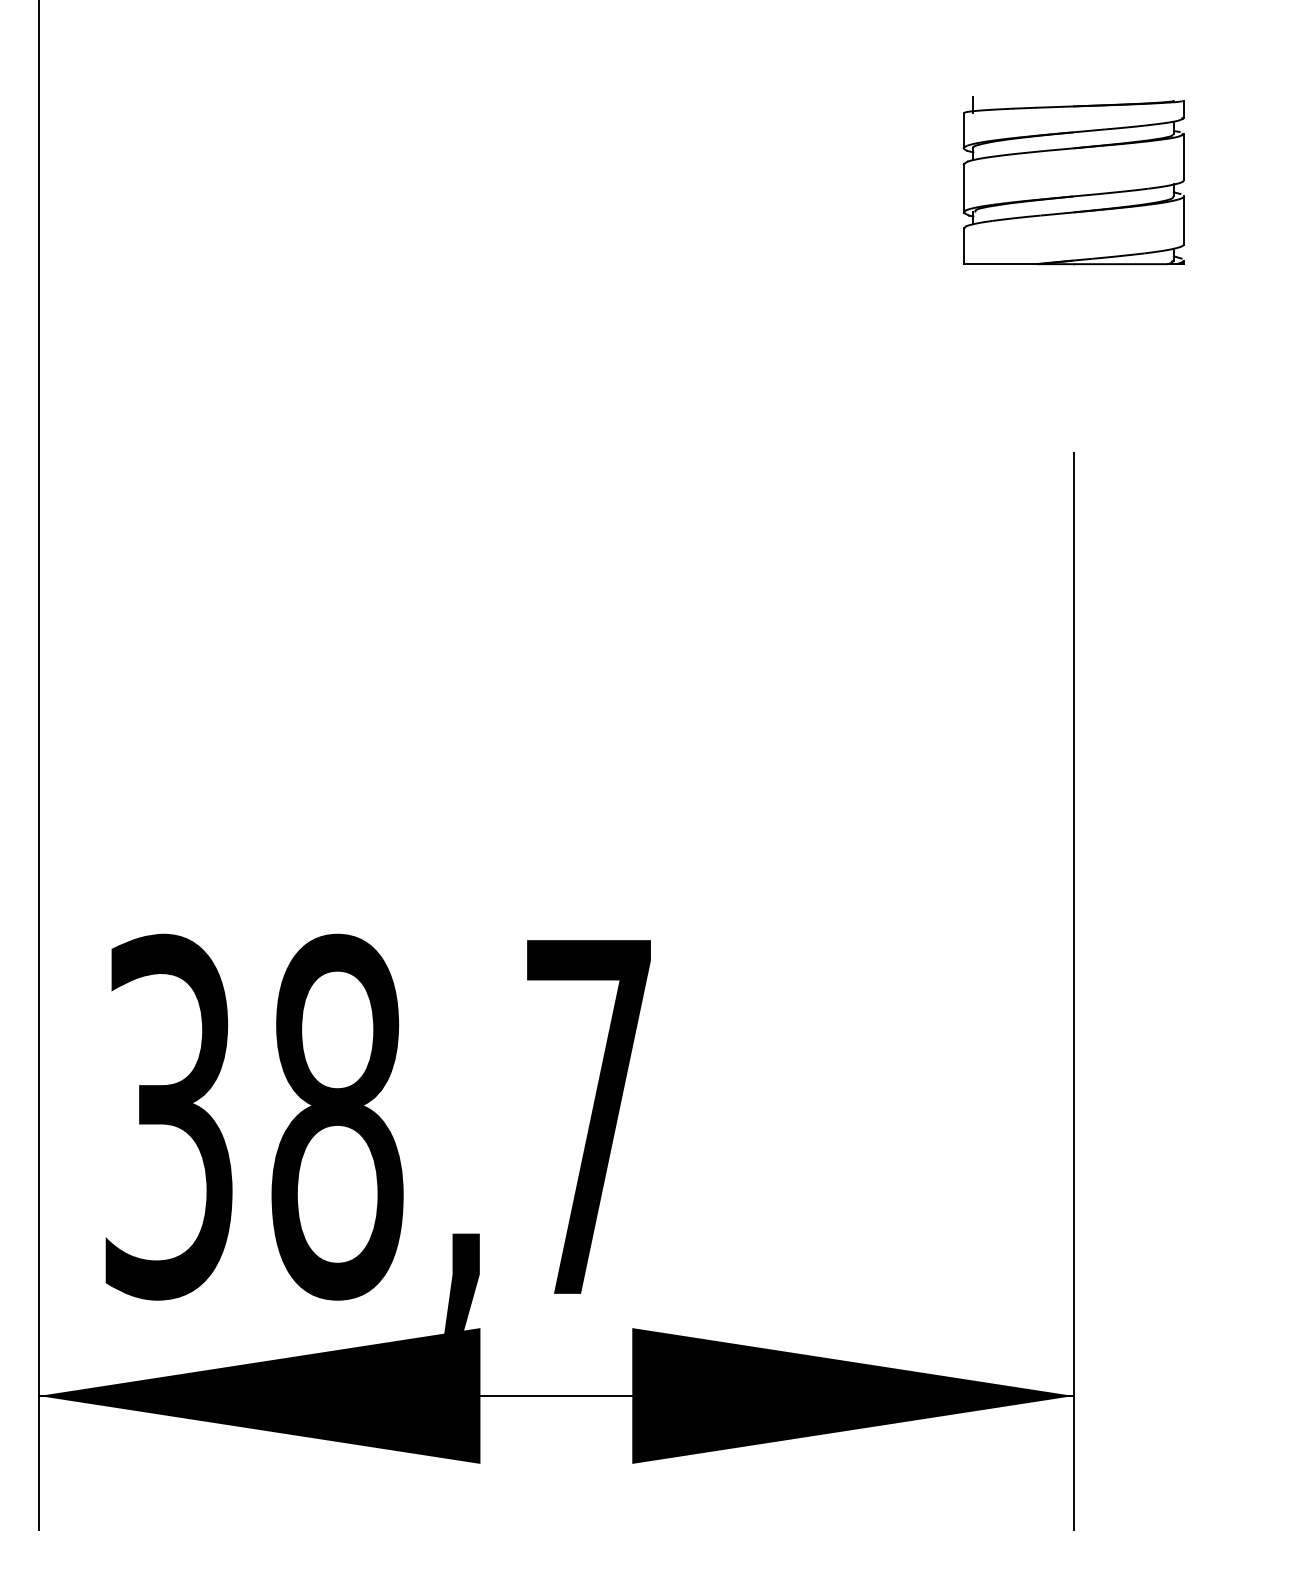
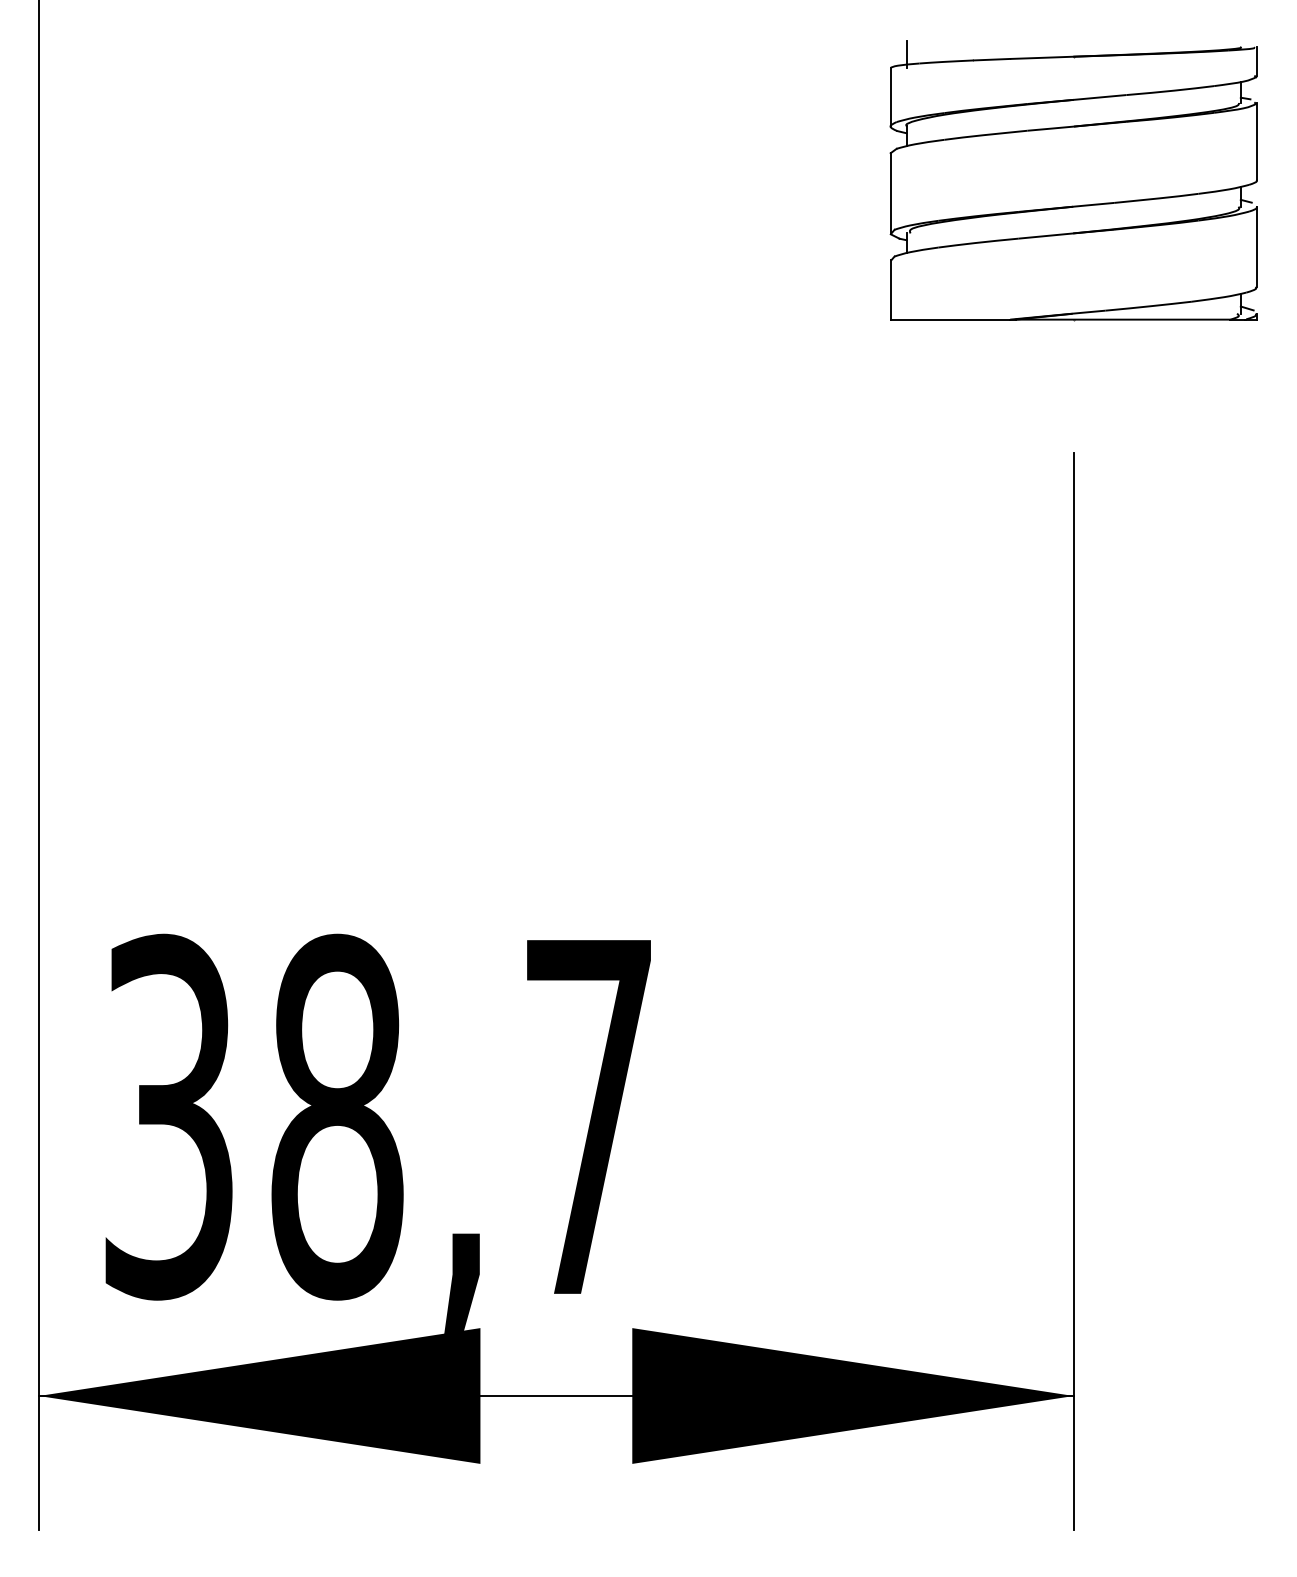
part at (1073, 180) size: 223x170 px -> 369x282 px
